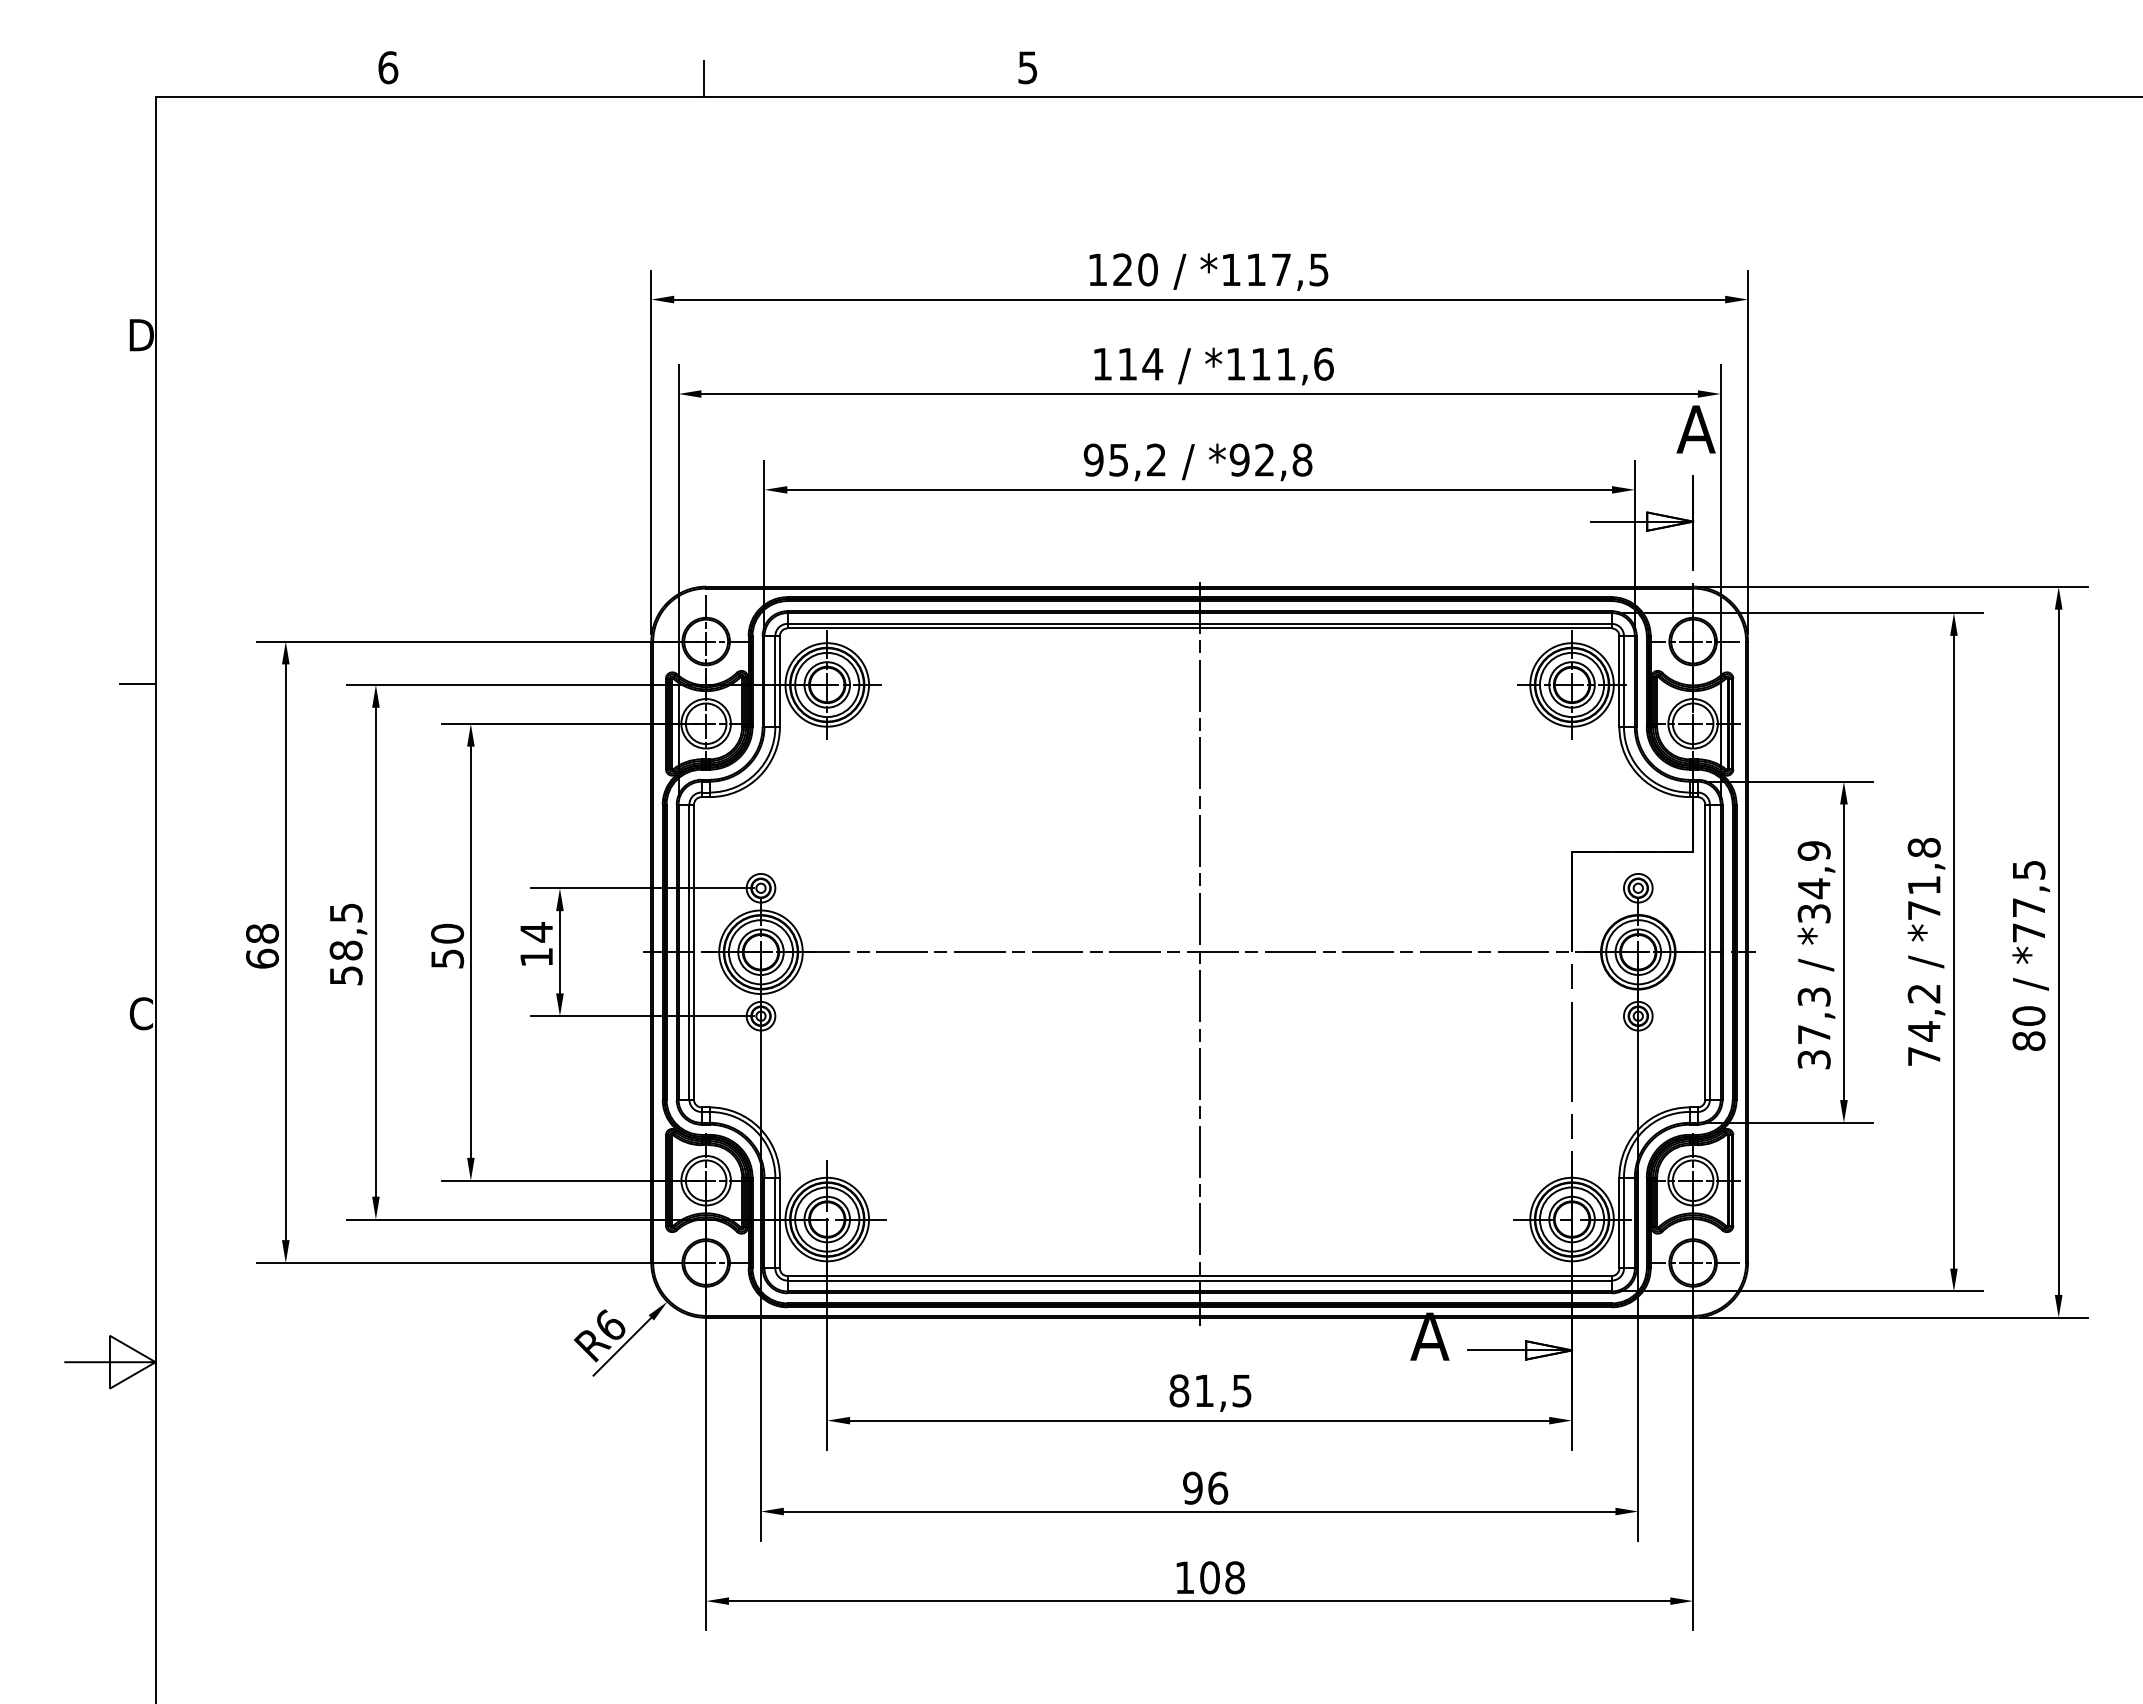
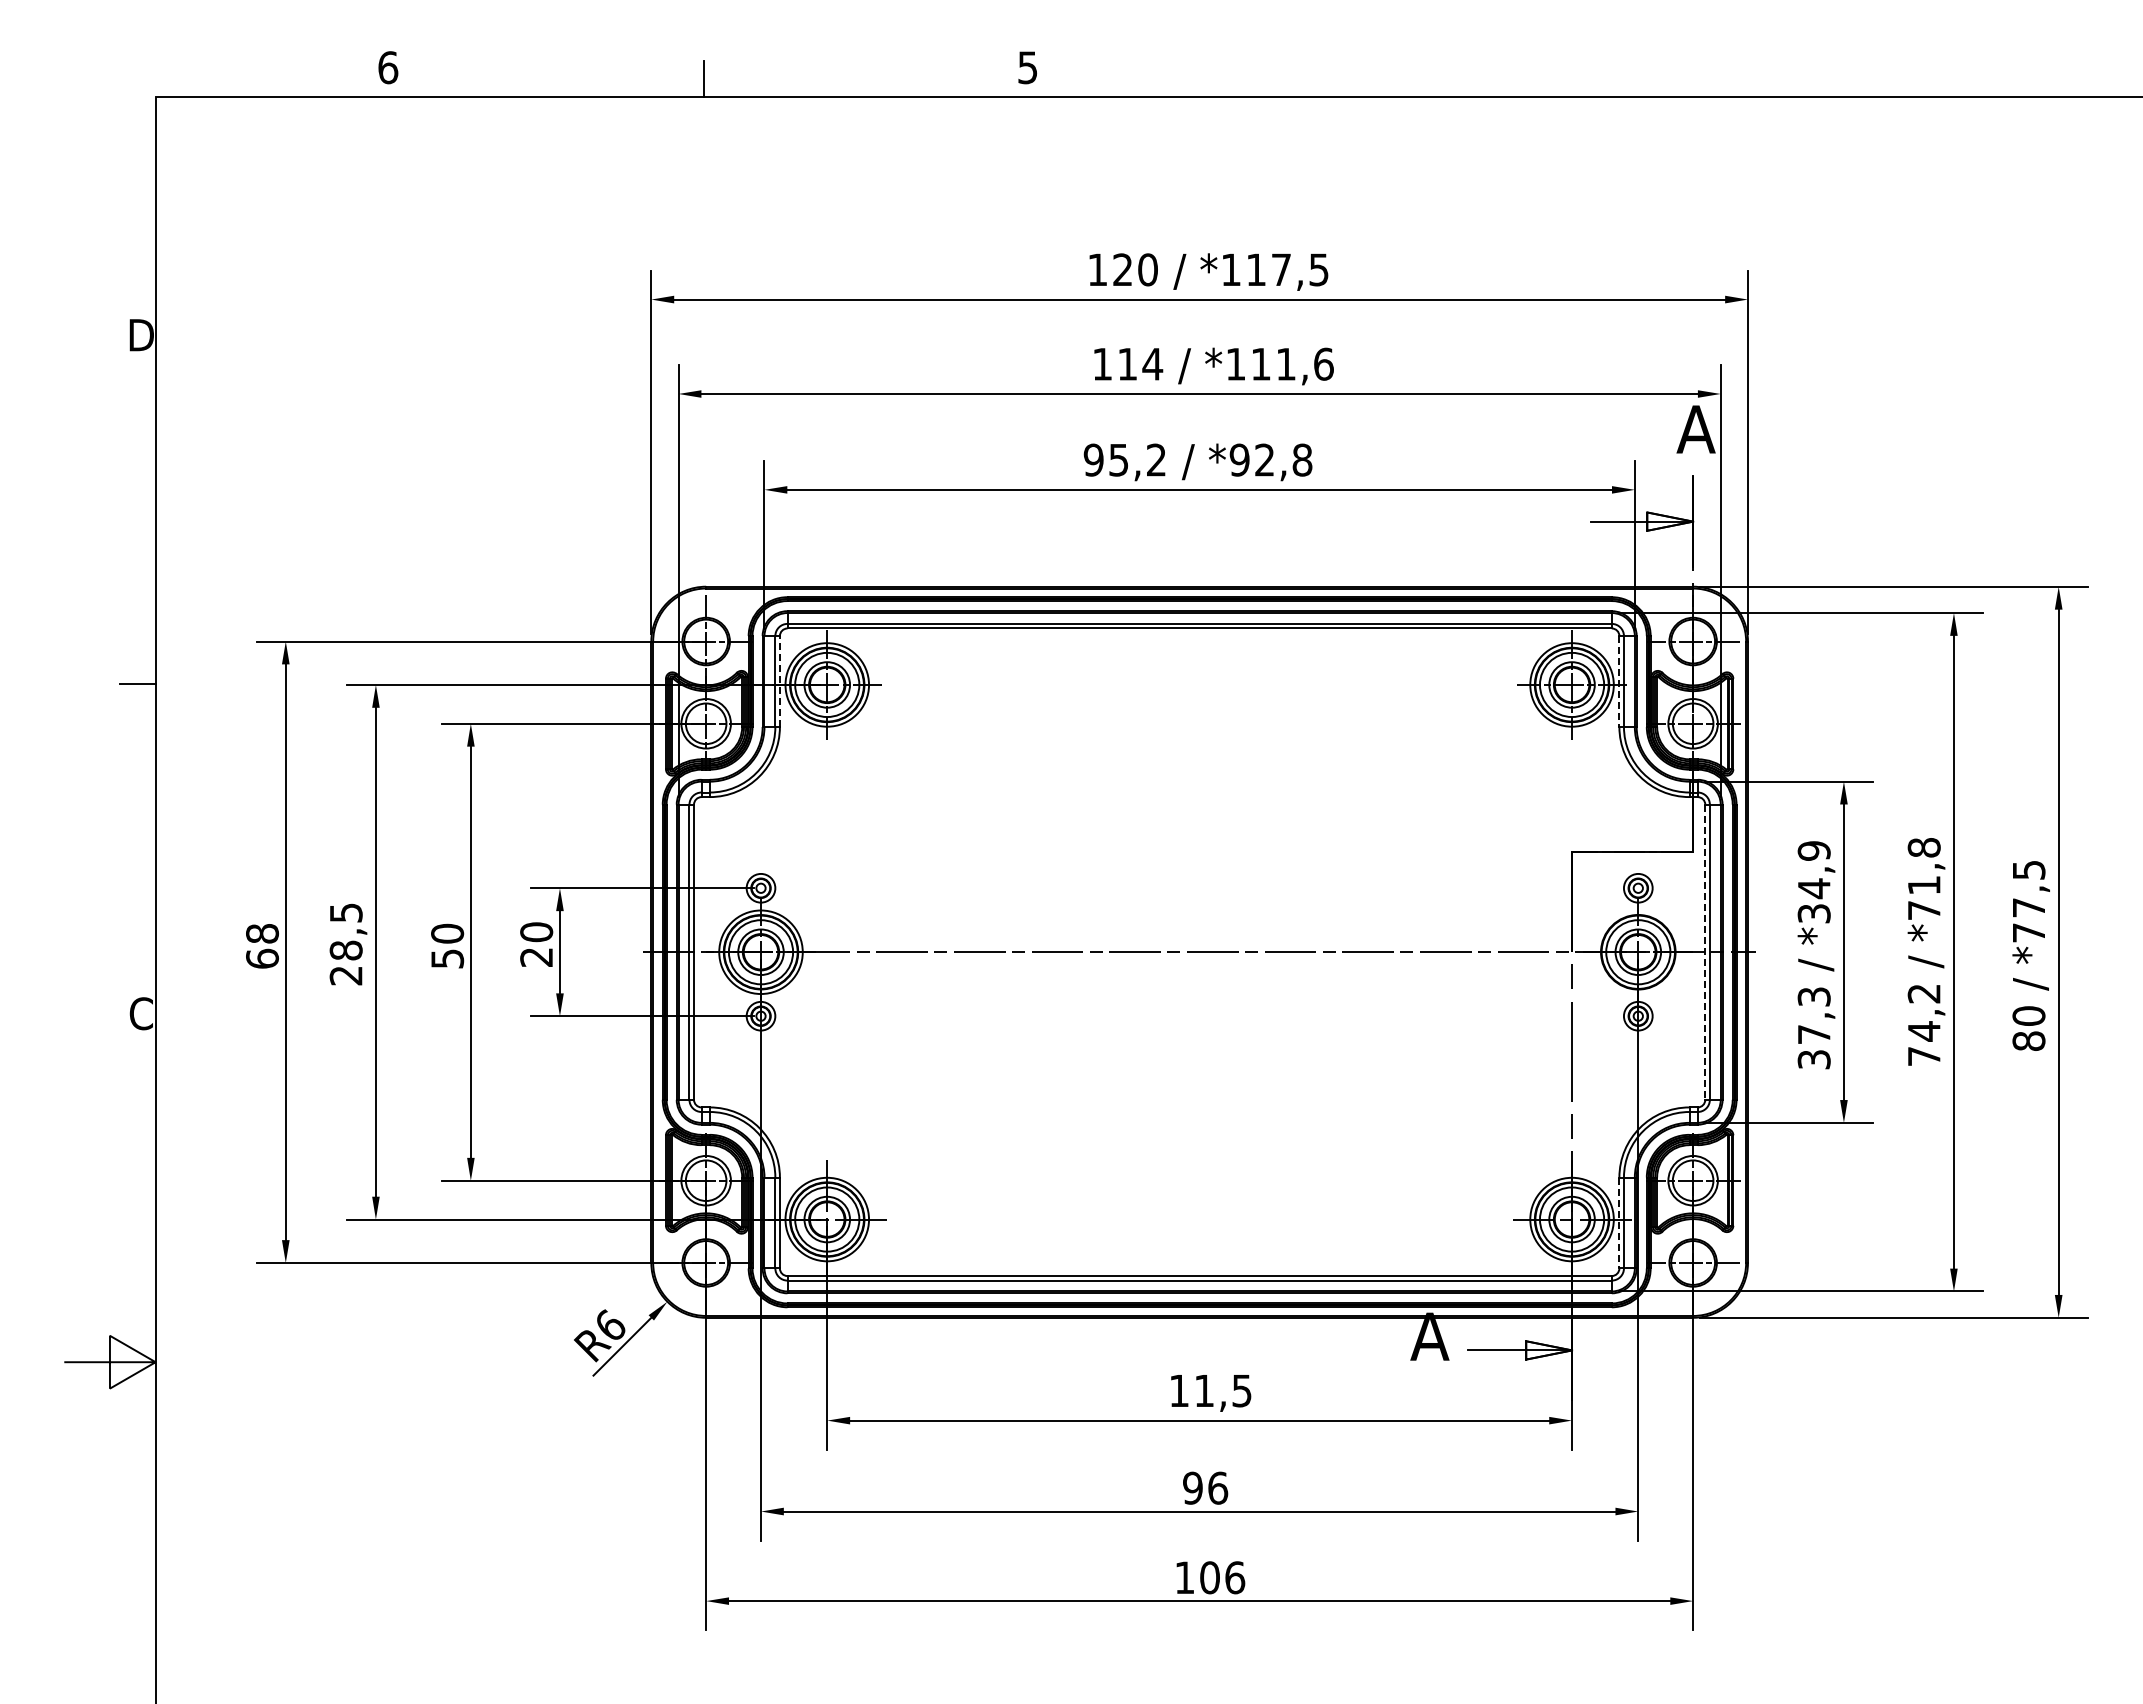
line at (779, 681): solid -> dashed
line at (1619, 682): solid -> dashed
text at (536, 943): 14 -> 20
line at (1705, 952): solid -> dashed
line at (1199, 953): present -> none
text at (345, 975): 58,5 -> 28,5
line at (1619, 1223): solid -> dashed
text at (1179, 1390): 81,5 -> 11,5
text at (1235, 1577): 108 -> 106
